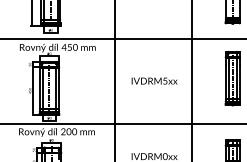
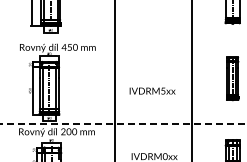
line at (122, 39): present -> none
part at (232, 78) size: 17x56 px -> 14x46 px
text at (154, 80) position: (154, 80) -> (152, 90)
line at (123, 123): solid -> dashed
